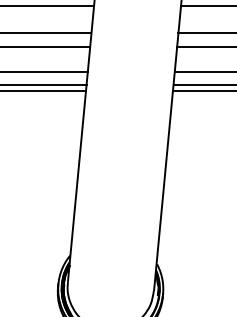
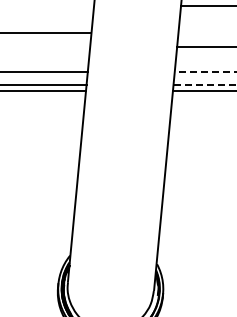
line at (48, 6): present -> none
line at (205, 33): present -> none
line at (46, 47): present -> none
line at (205, 71): solid -> dashed
line at (205, 85): solid -> dashed
